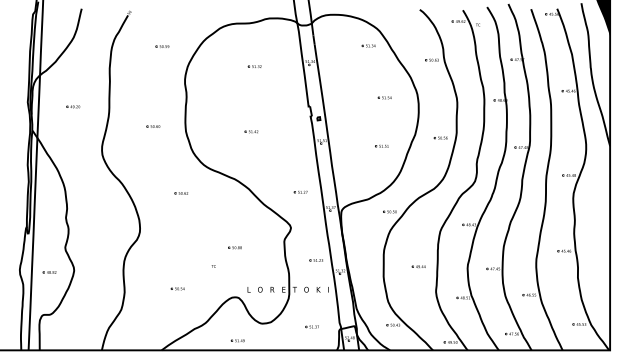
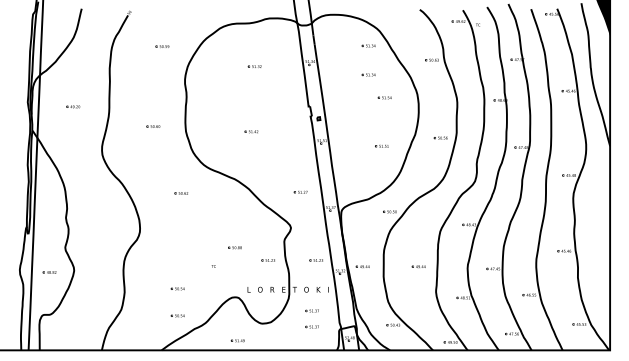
part at (368, 74): none -> present
line at (267, 260): none -> present
line at (362, 266): none -> present
part at (311, 310): none -> present
part at (177, 315): none -> present
